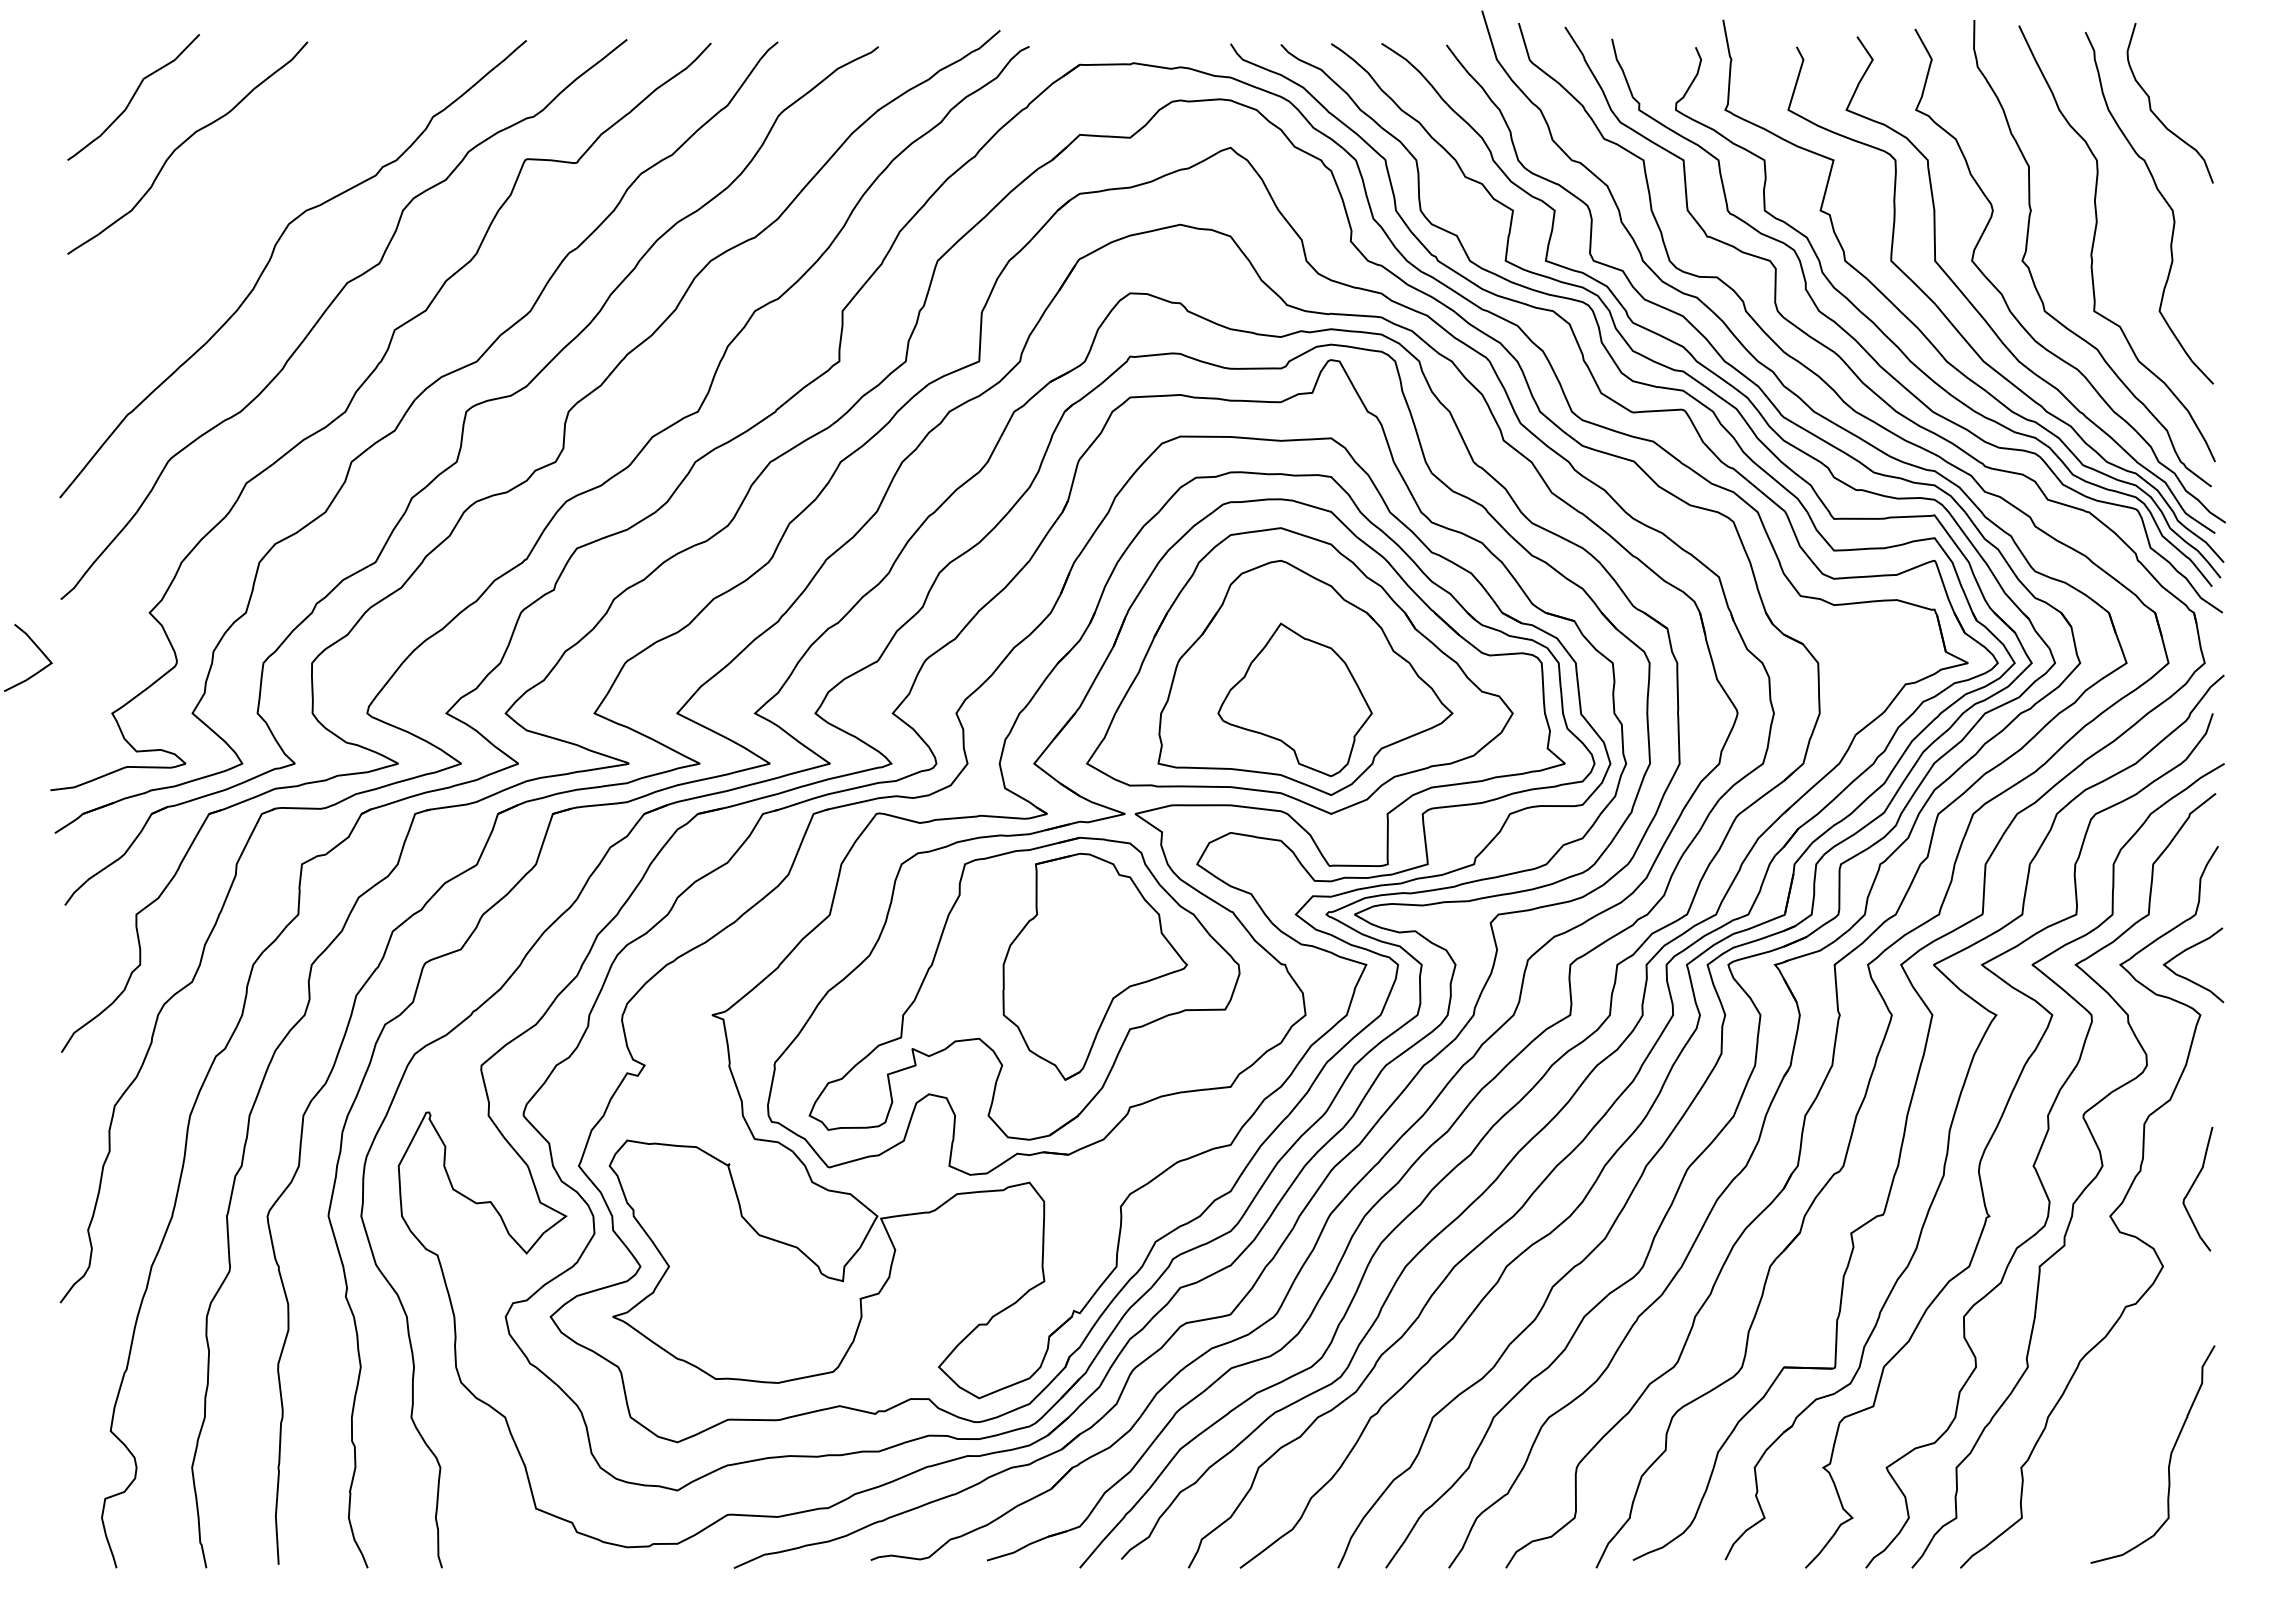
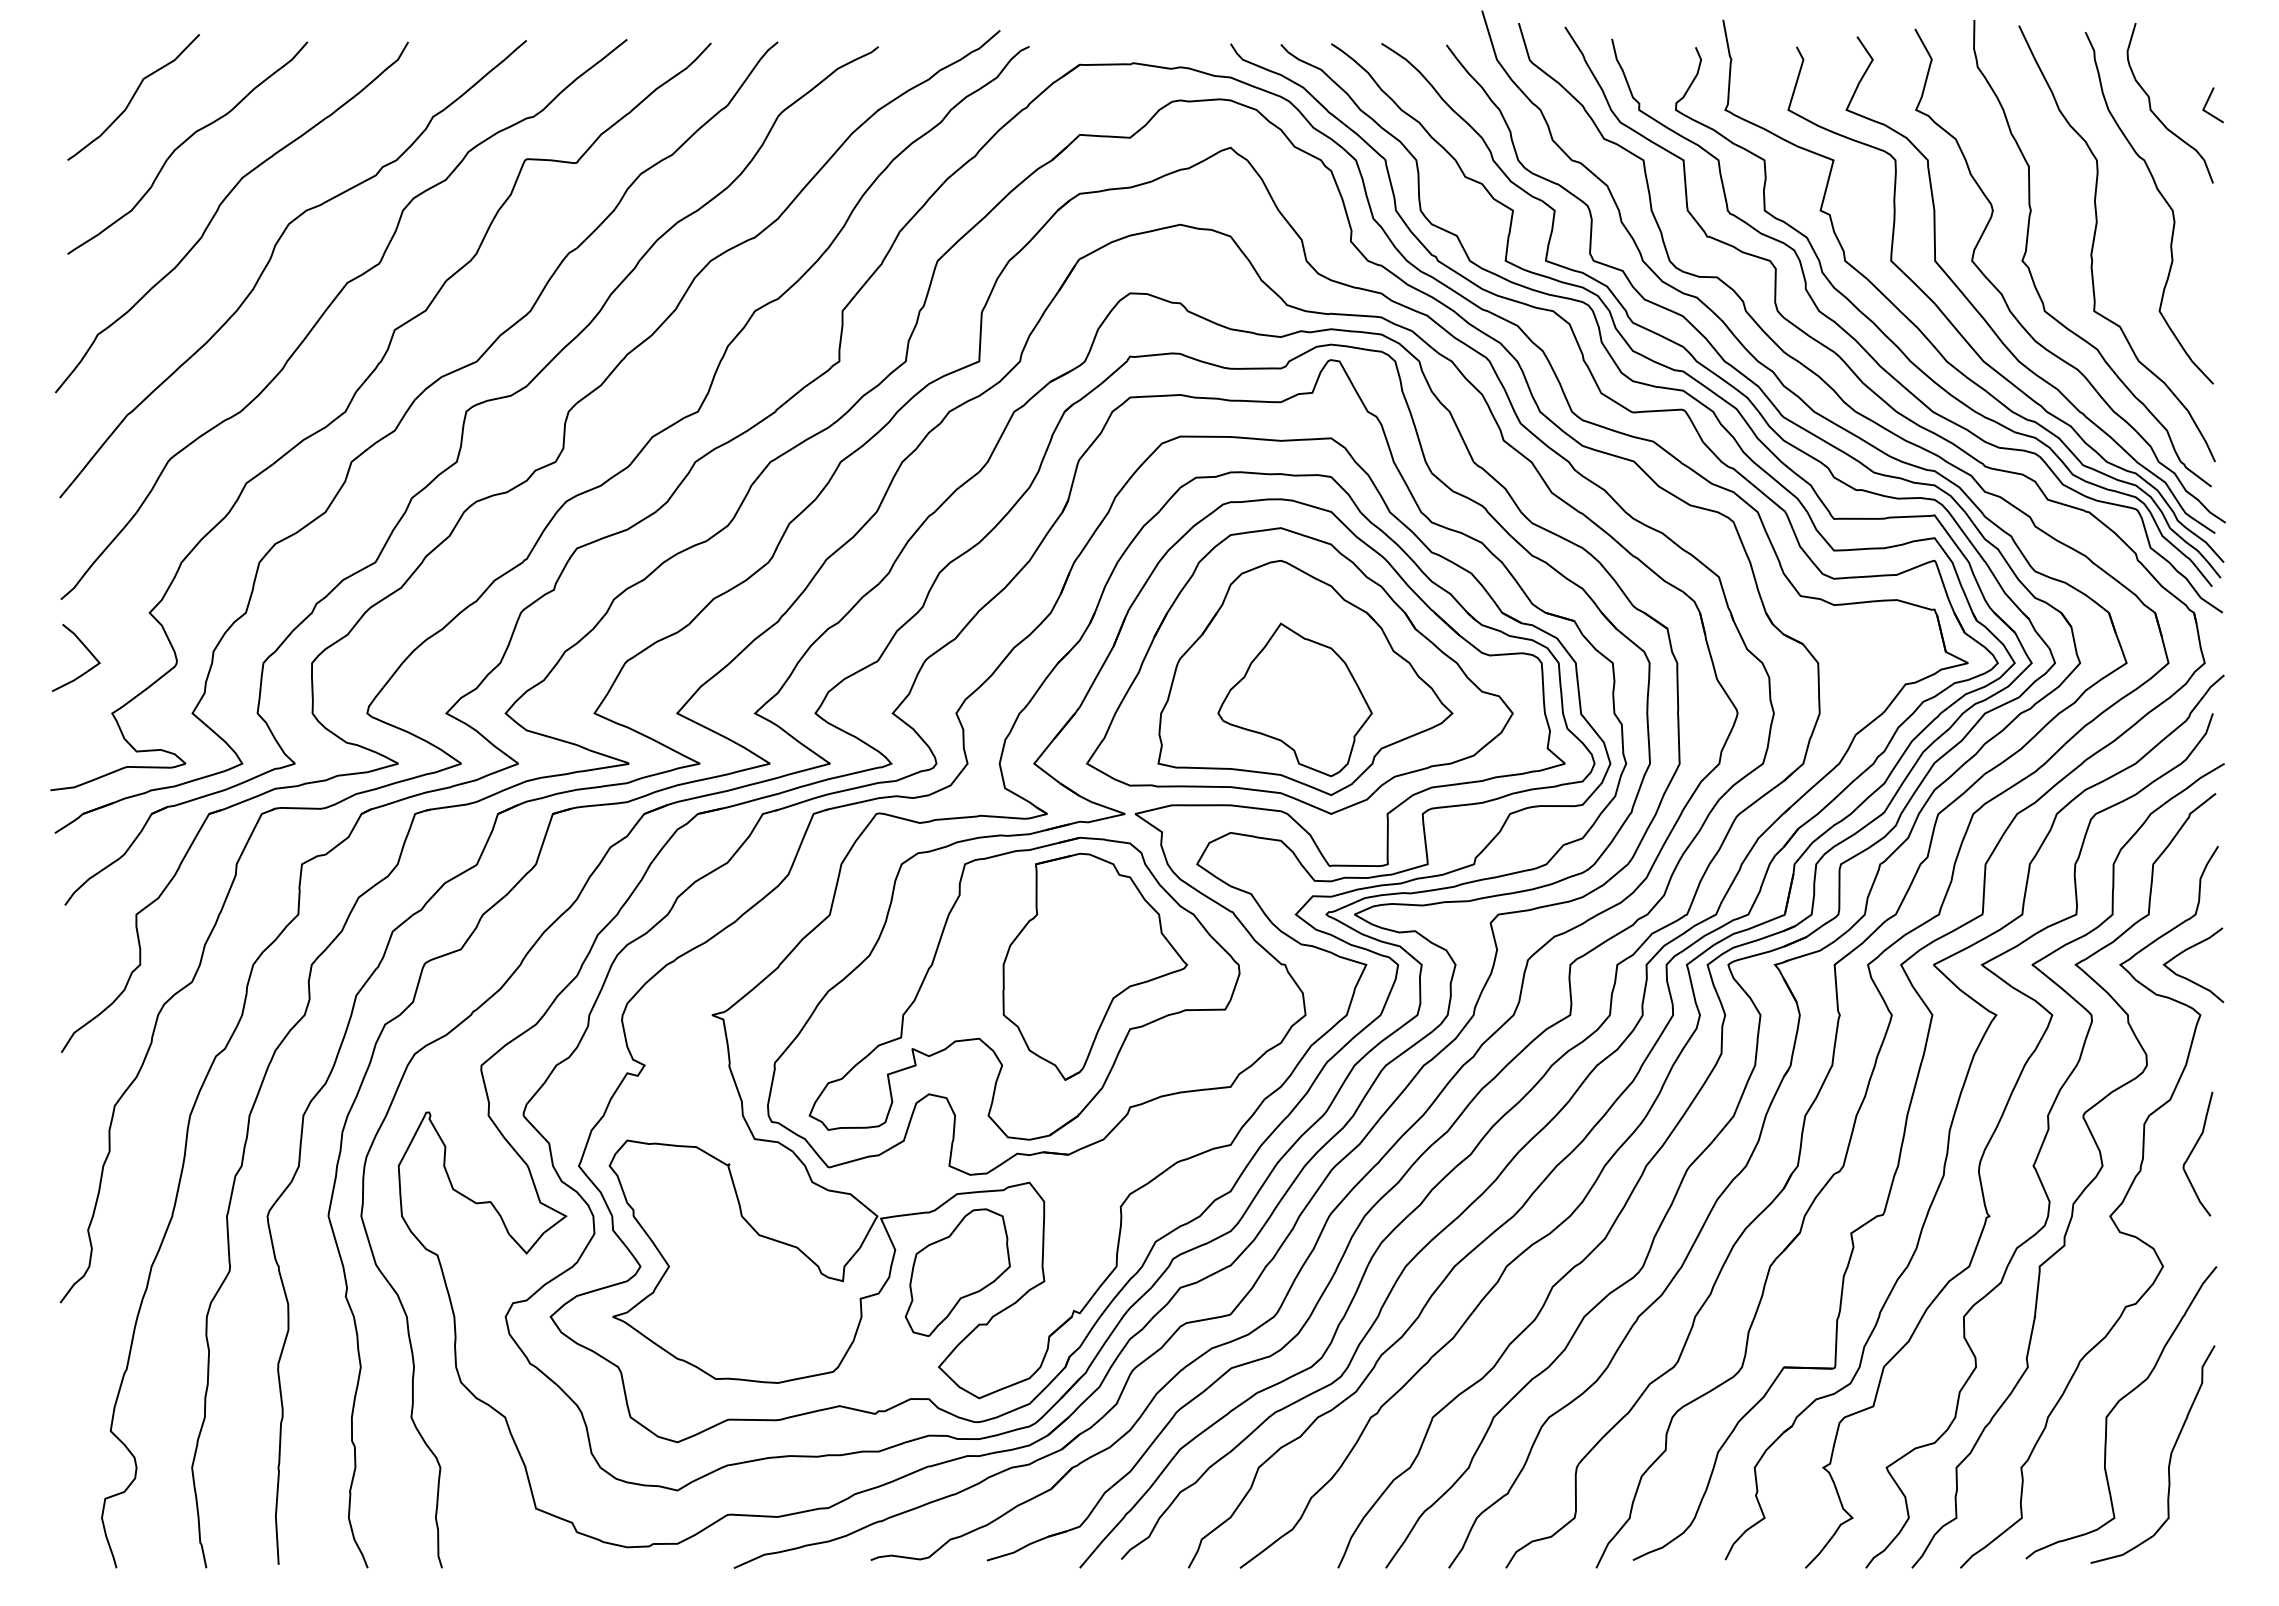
line at (2207, 103): none -> present
curve at (218, 210): none -> present
curve at (37, 648) position: (37, 648) -> (85, 648)
curve at (2192, 1187) position: (2192, 1187) -> (2192, 1152)
part at (957, 1272): none -> present
curve at (2115, 1407): none -> present
